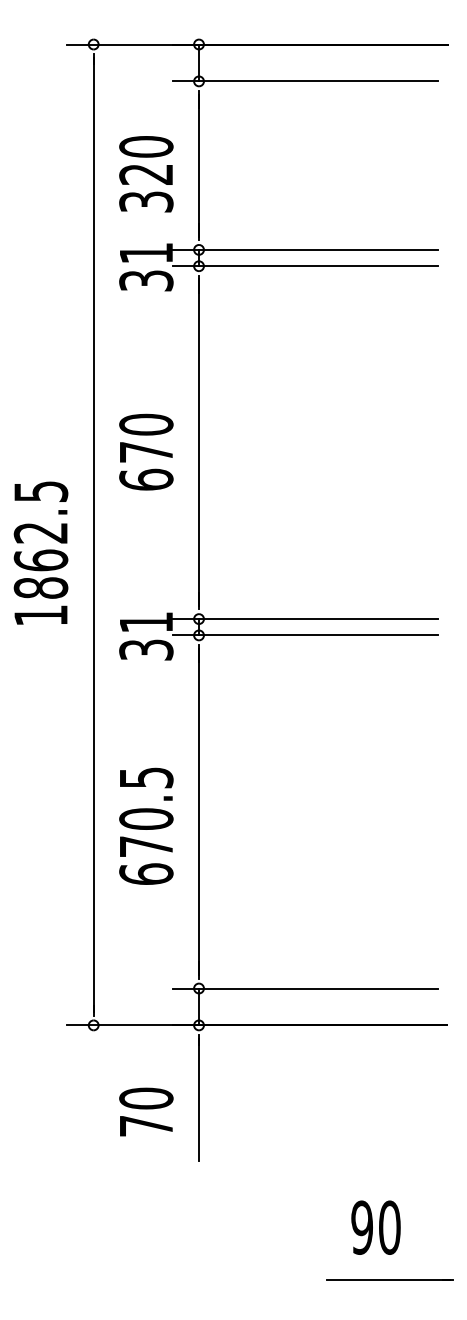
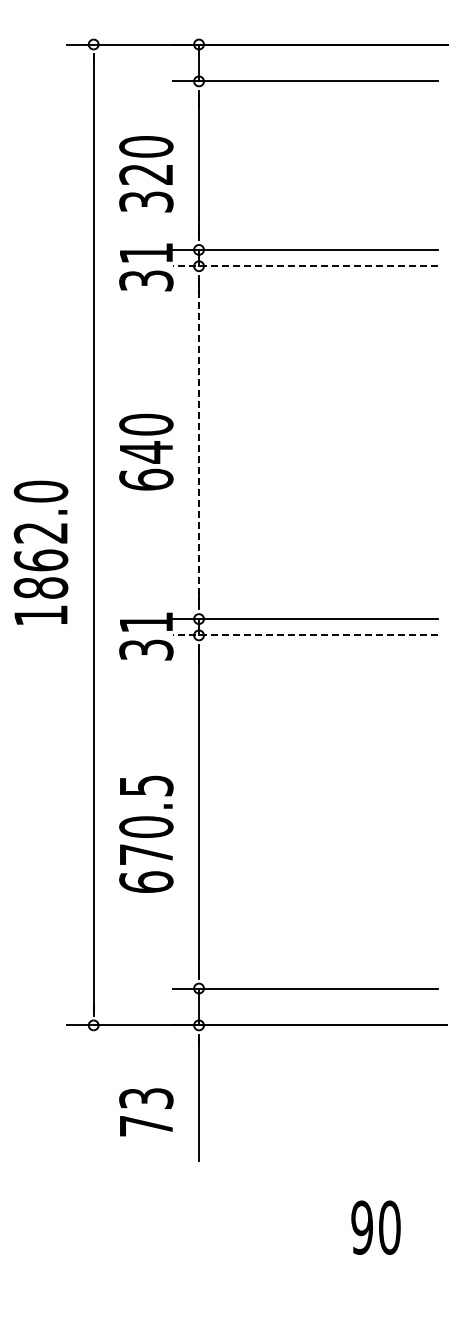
line at (305, 266): solid -> dashed
line at (199, 442): solid -> dashed
text at (146, 452): 670 -> 640
text at (40, 491): 1862.5 -> 1862.0
line at (305, 635): solid -> dashed
text at (146, 825) position: (146, 825) -> (146, 833)
text at (146, 1098): 70 -> 73
line at (389, 1279): present -> none
